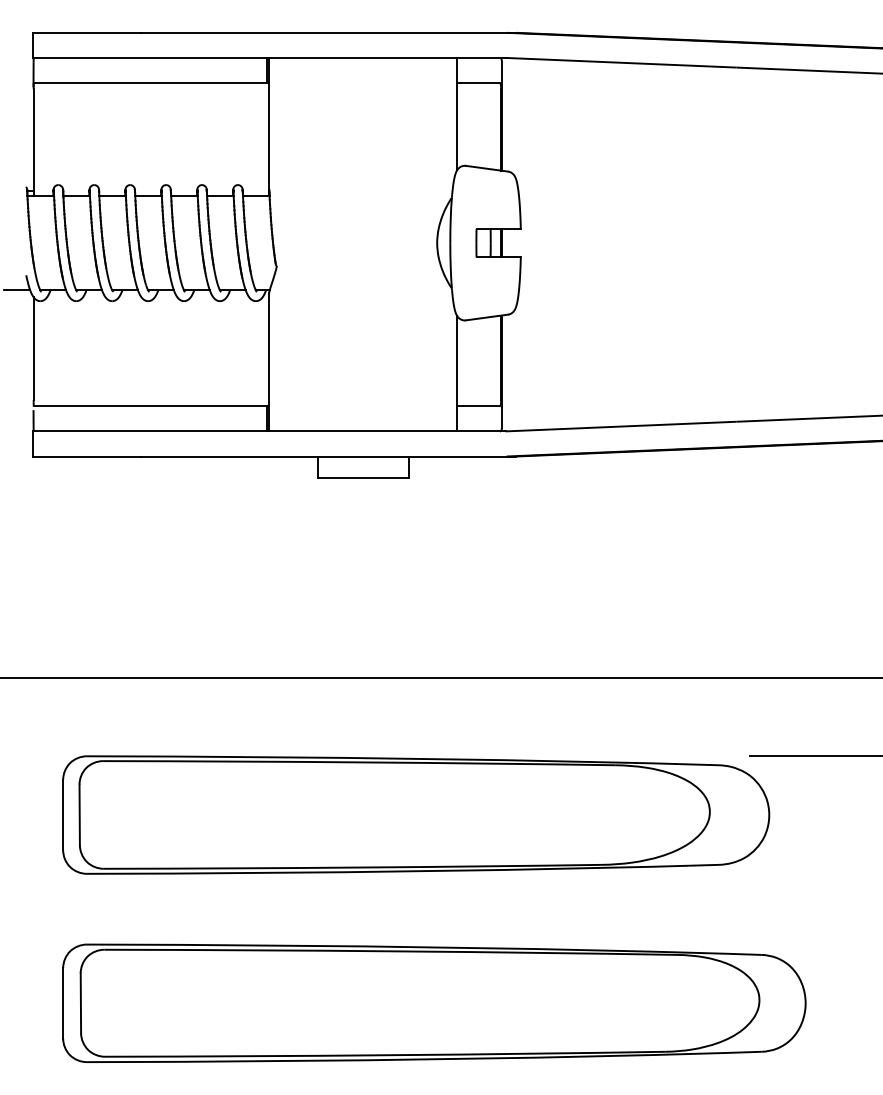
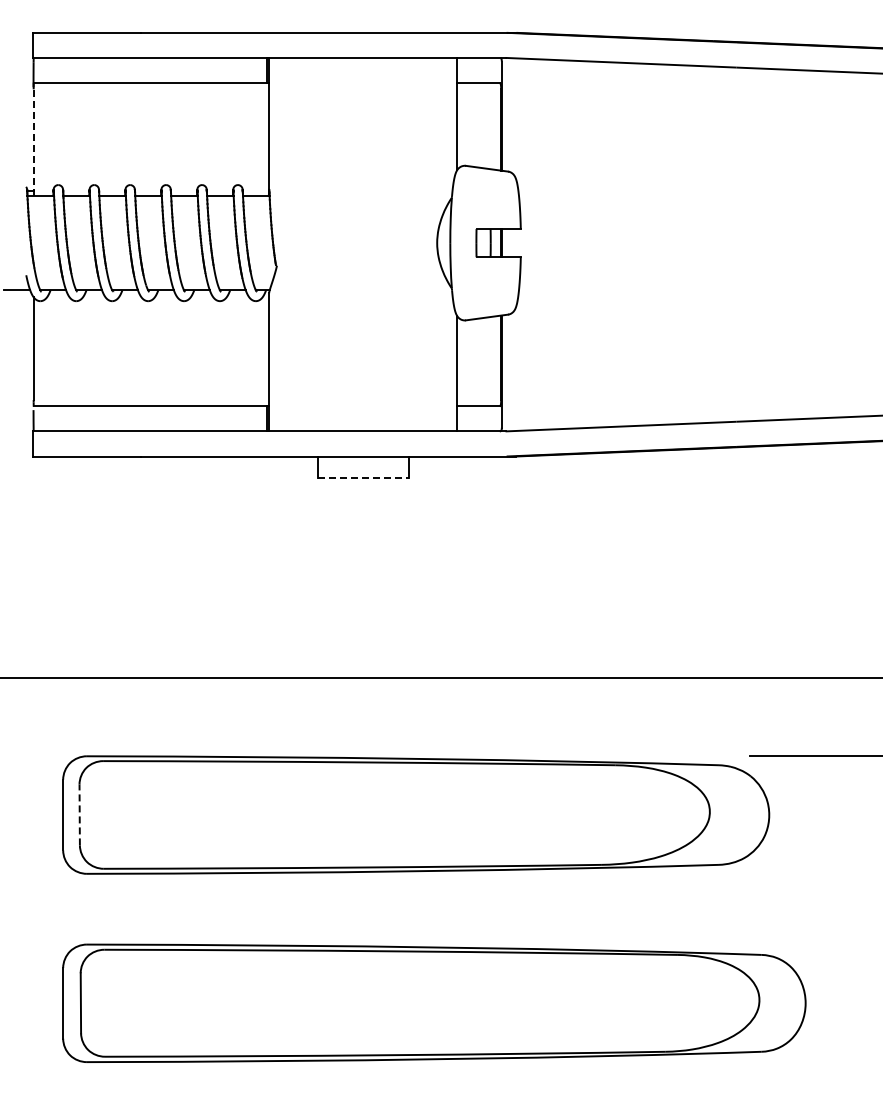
line at (33, 142): solid -> dashed
line at (363, 478): solid -> dashed
line at (79, 814): solid -> dashed
